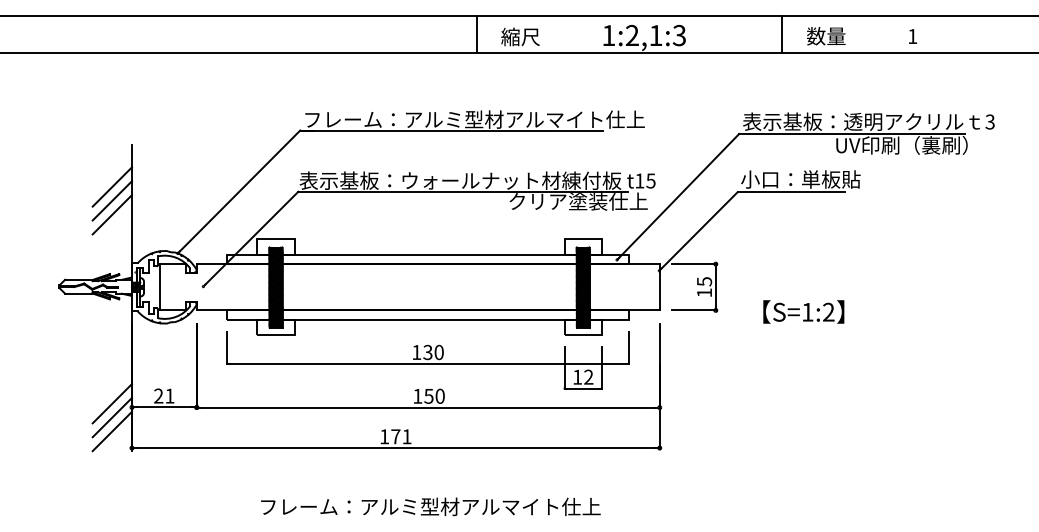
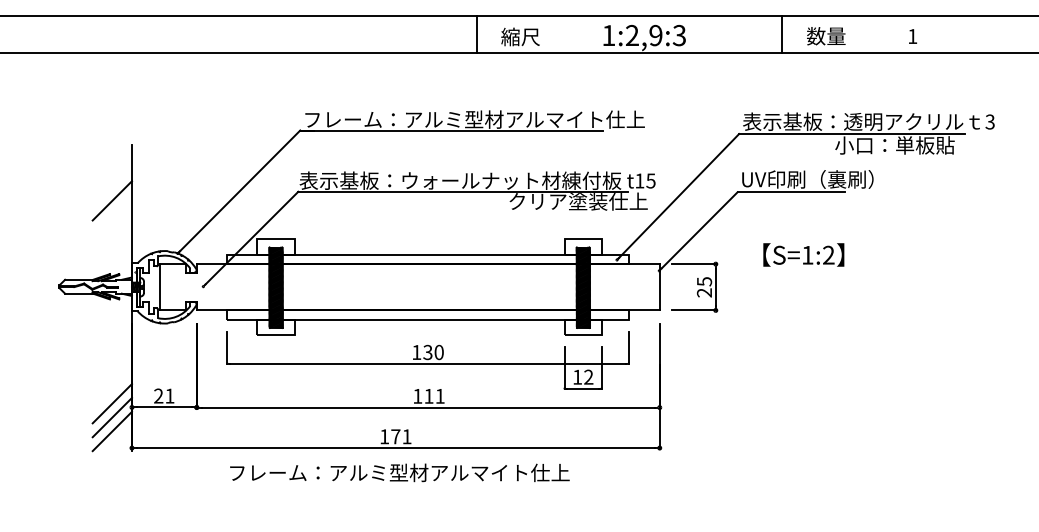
text at (655, 35): 1:2,1:3 -> 1:2,9:3
text at (901, 145): UV印刷（裏刷） -> 小口：単板貼
text at (807, 179): 小口：単板貼 -> UV印刷（裏刷）
line at (111, 186): present -> none
line at (111, 214): present -> none
text at (703, 292): 15 -> 25
text at (803, 311) position: (803, 311) -> (803, 254)
text at (434, 395): 150 -> 111
text at (430, 506) position: (430, 506) -> (399, 472)
